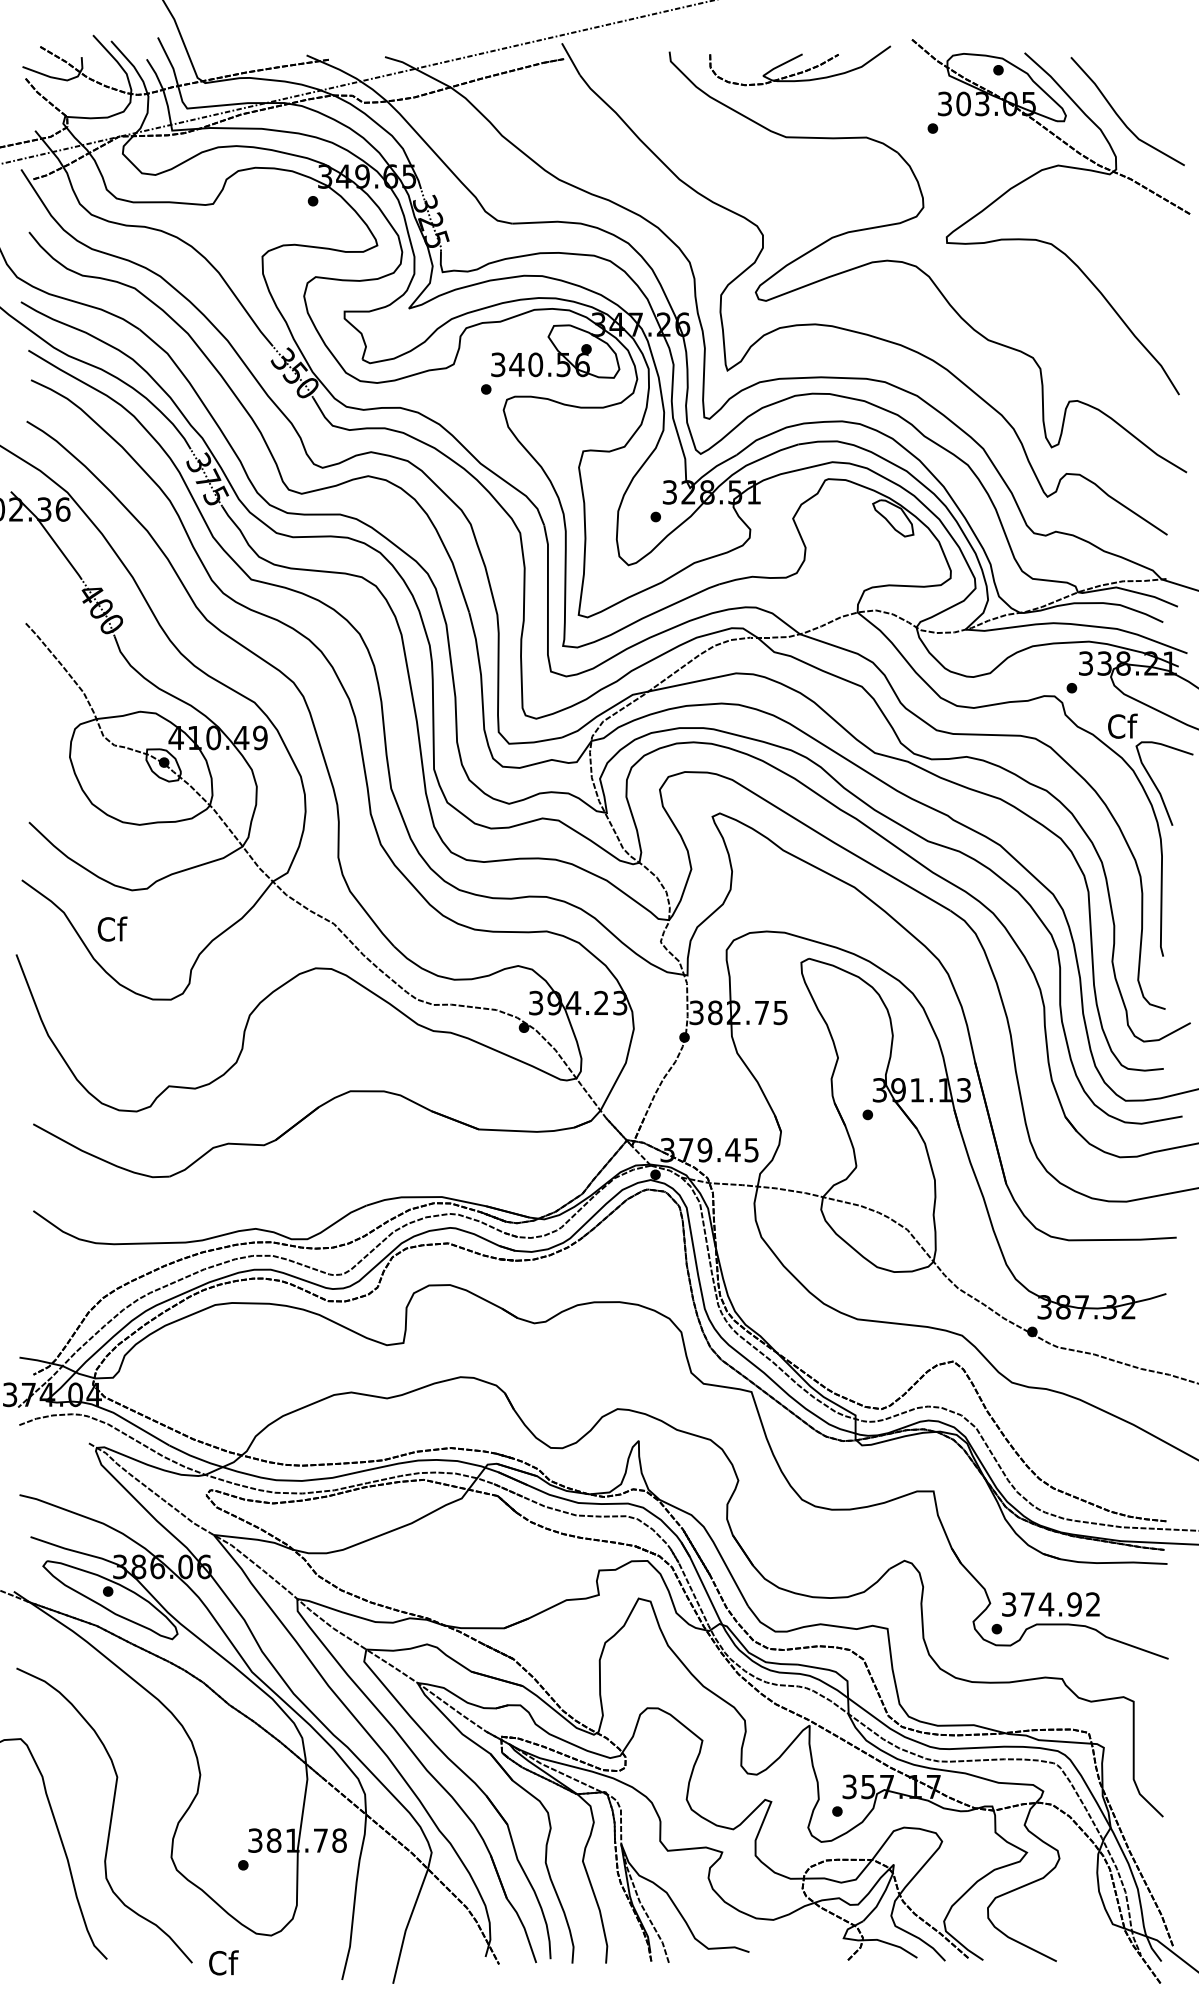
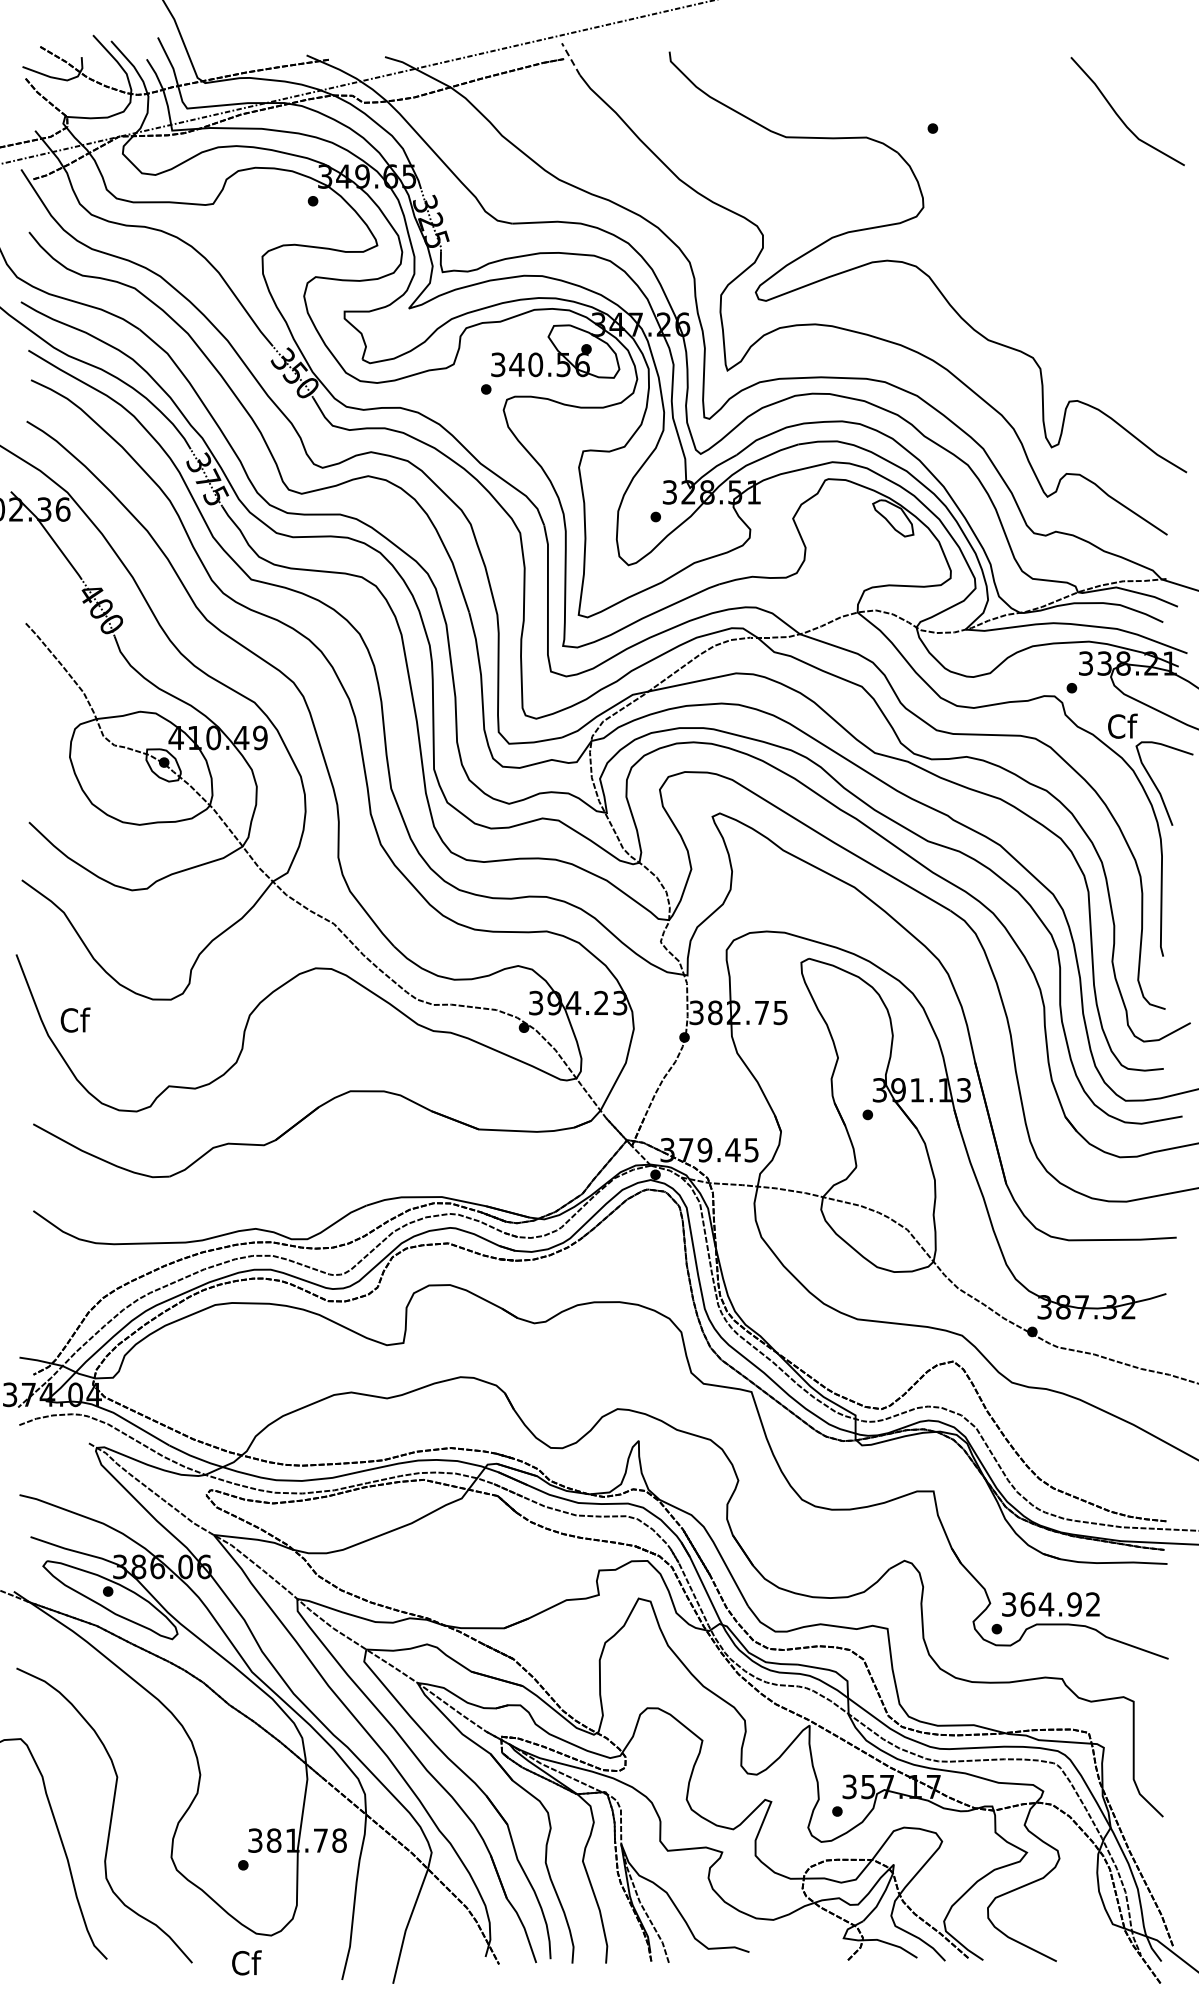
line at (570, 58): solid -> dashed
part at (800, 65): present -> none
part at (1046, 241): present -> none
text at (112, 928) position: (112, 928) -> (75, 1019)
text at (1027, 1604): 374.92 -> 364.92
text at (223, 1962) position: (223, 1962) -> (246, 1962)
